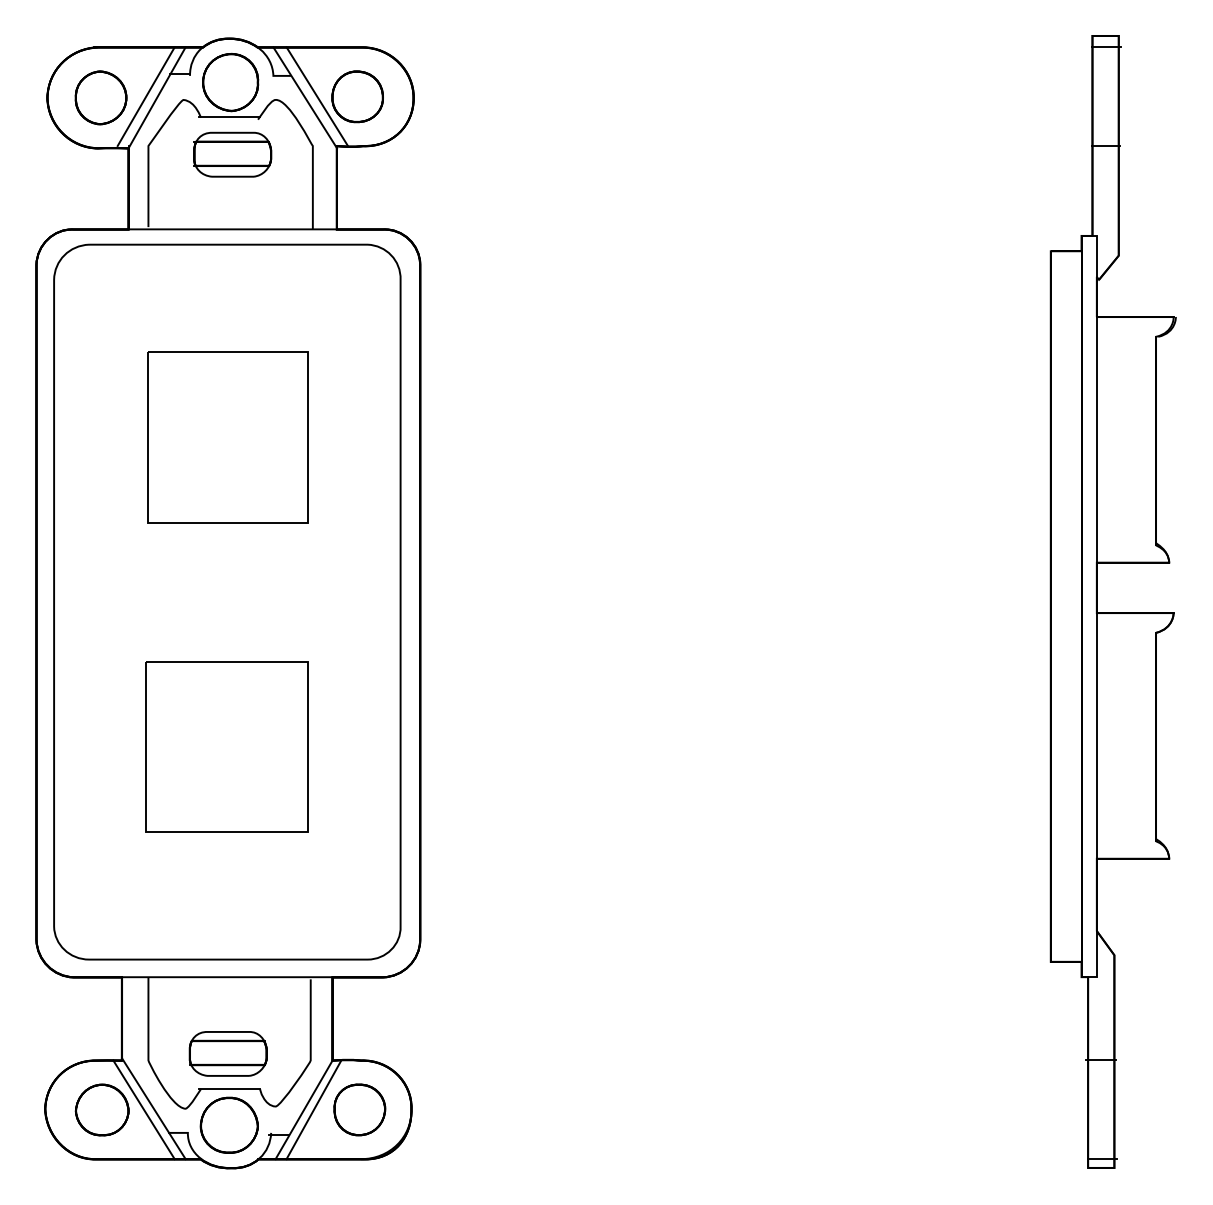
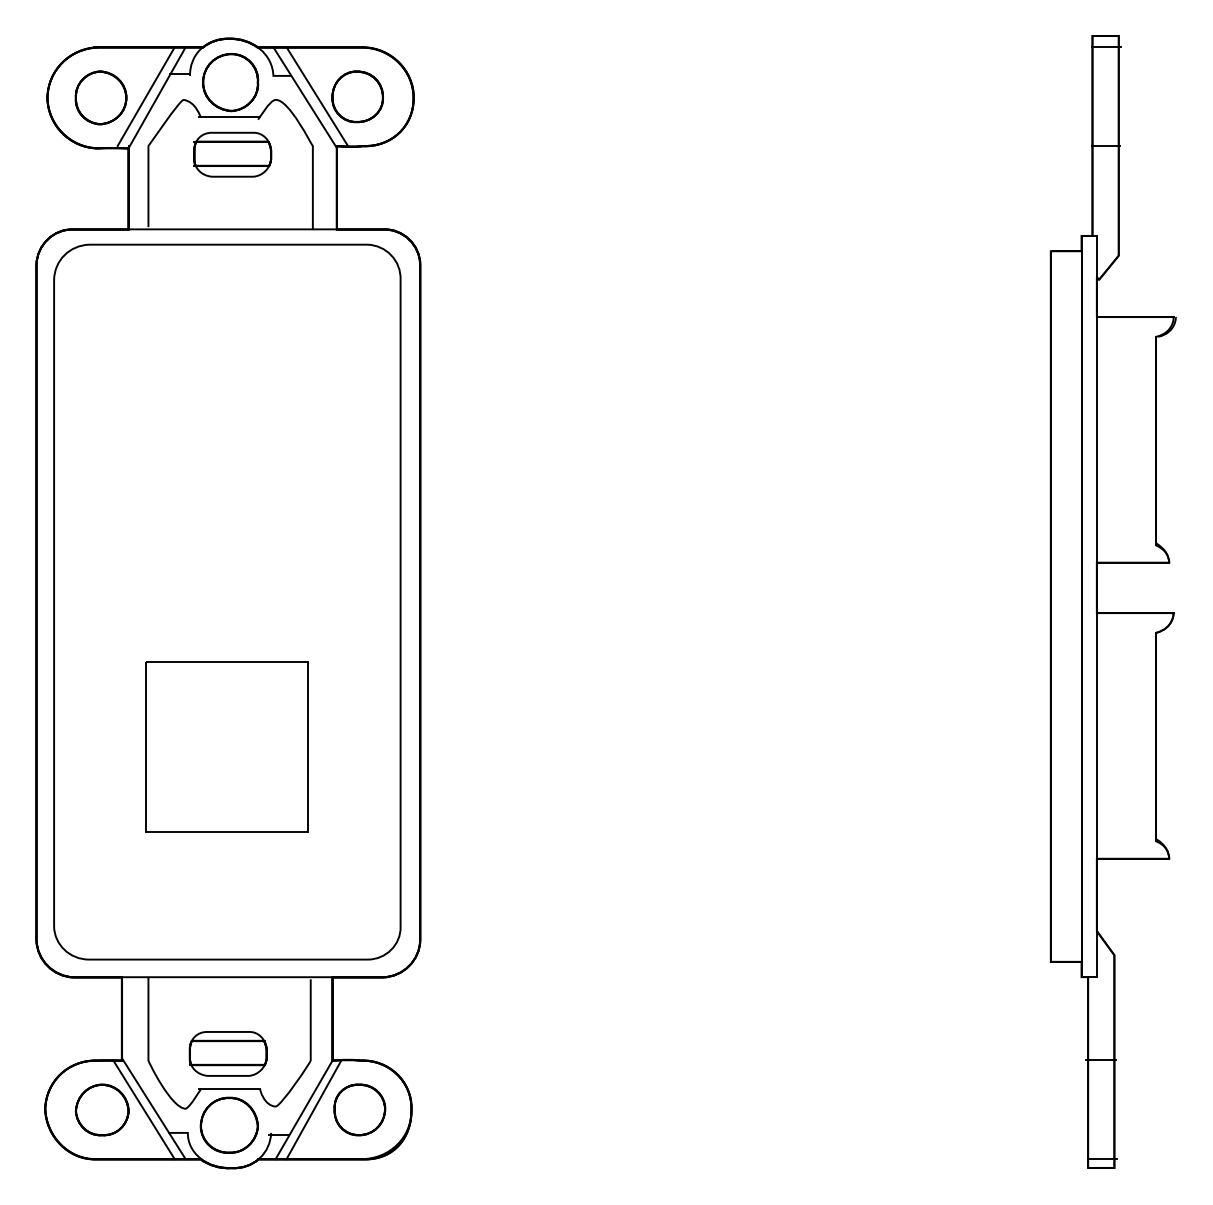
part at (227, 437): present -> none
